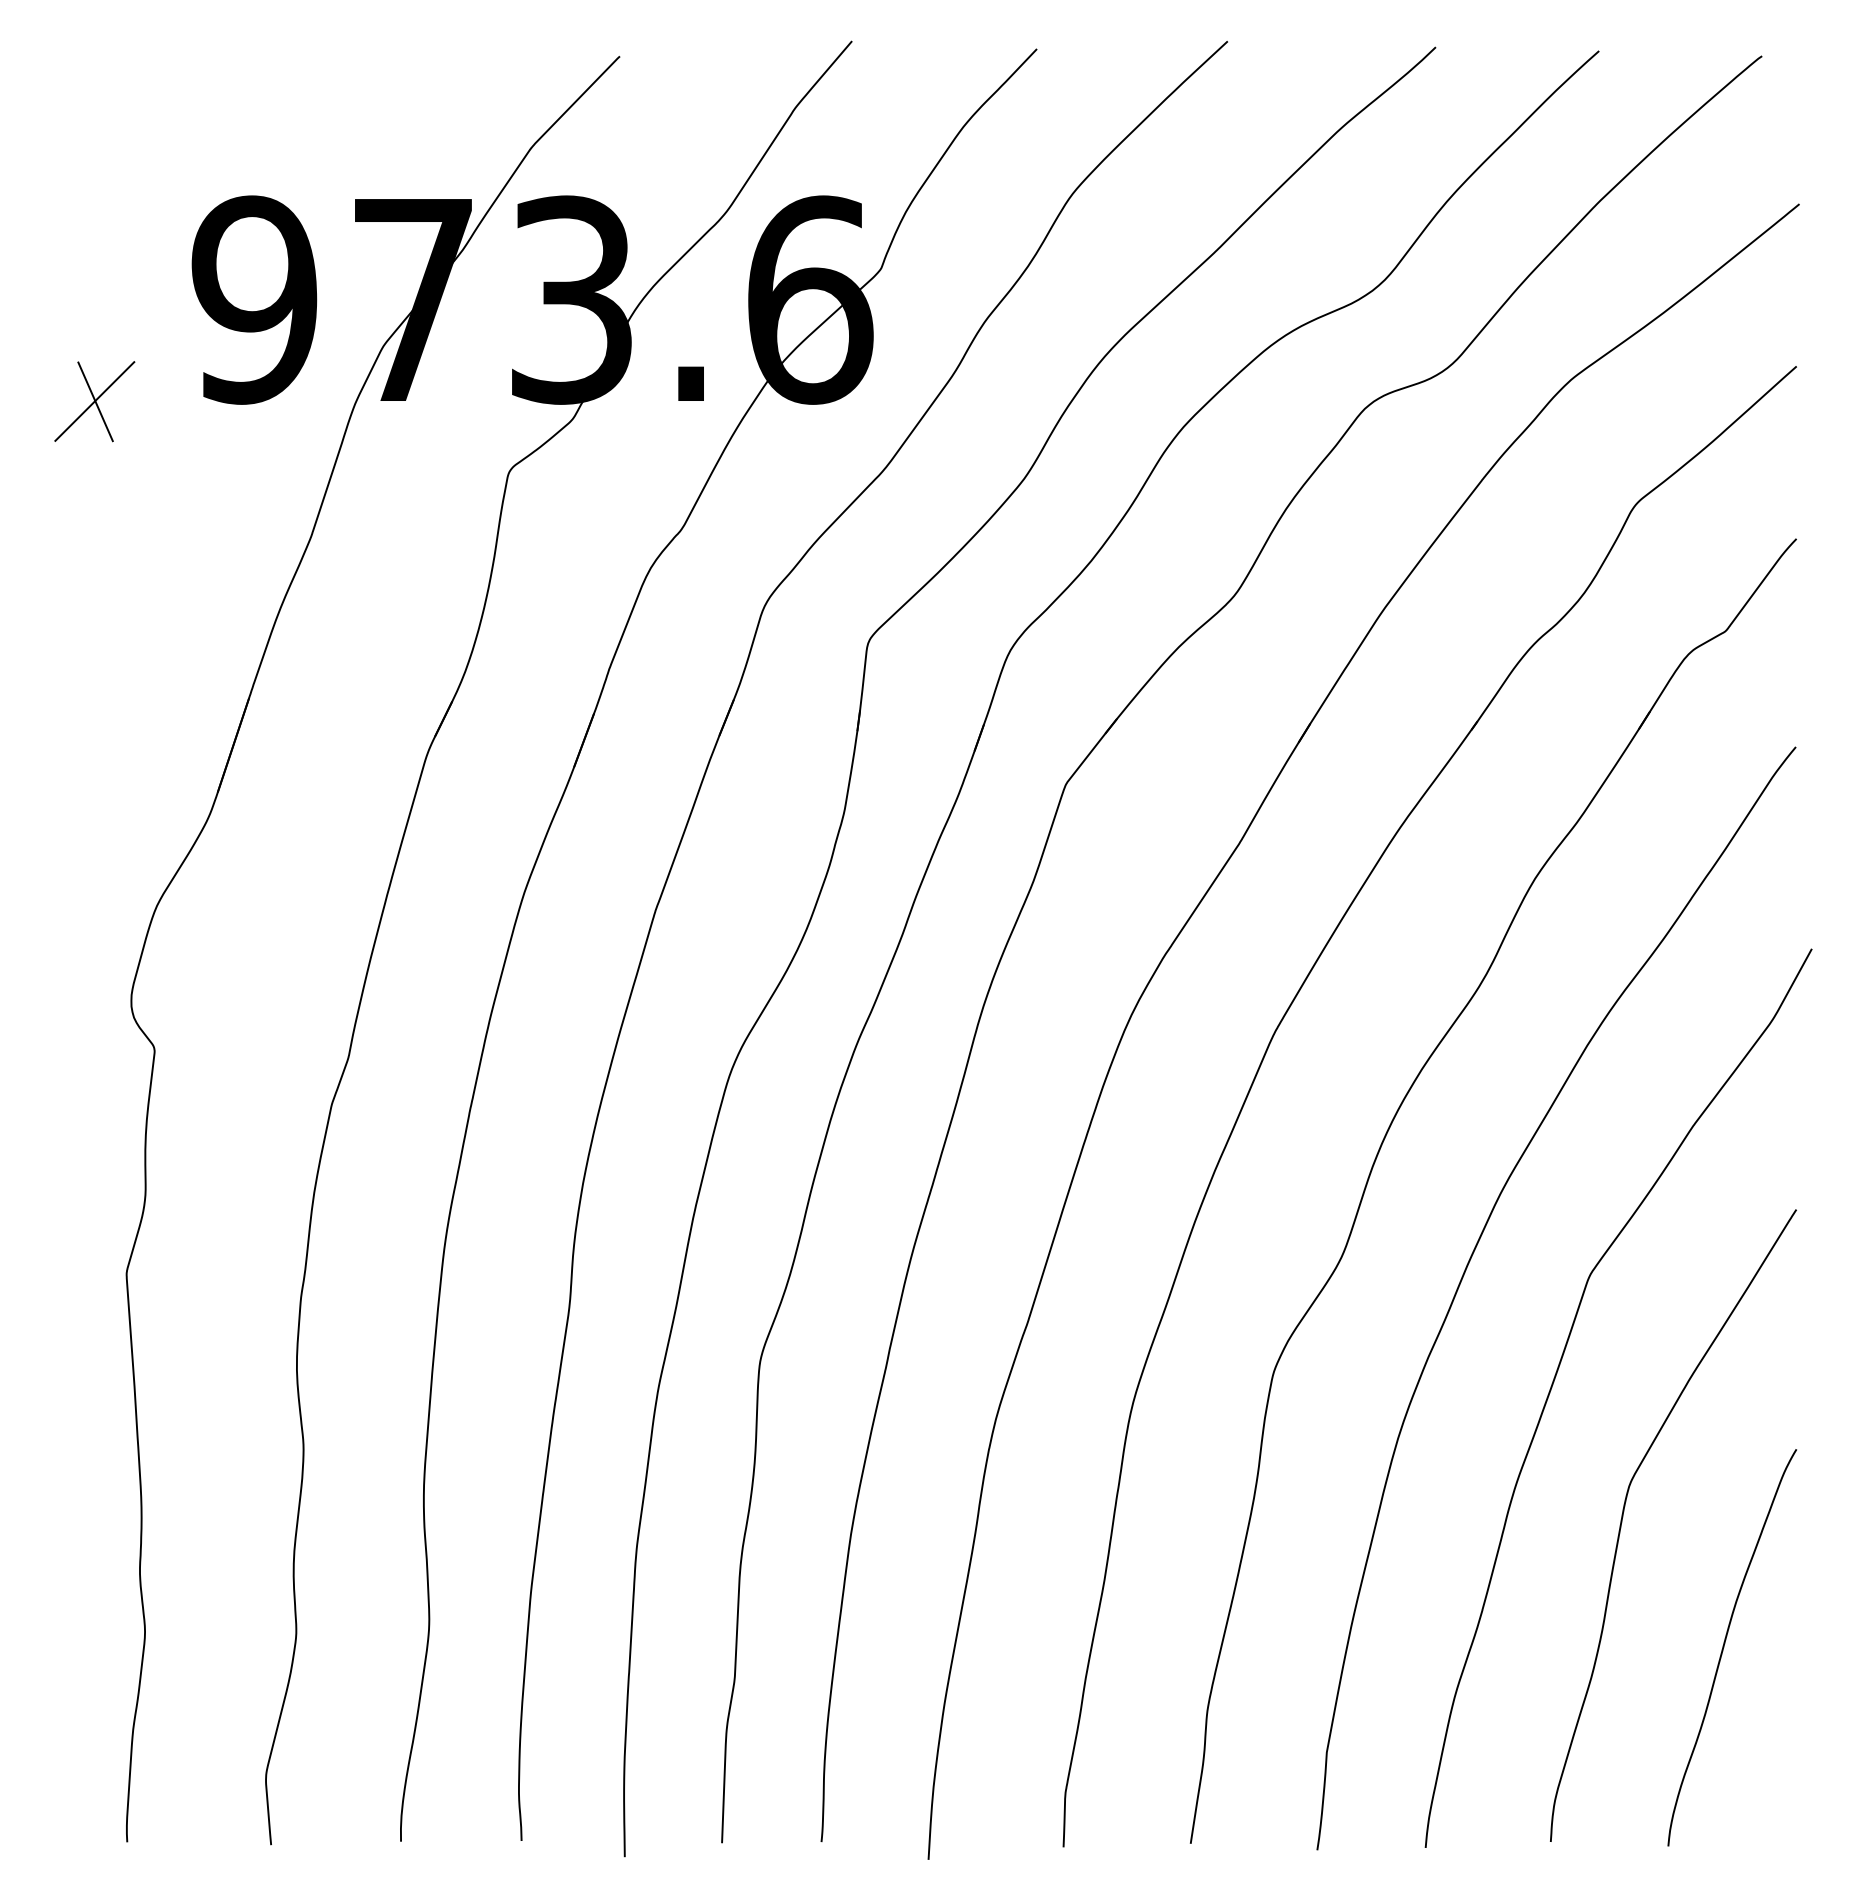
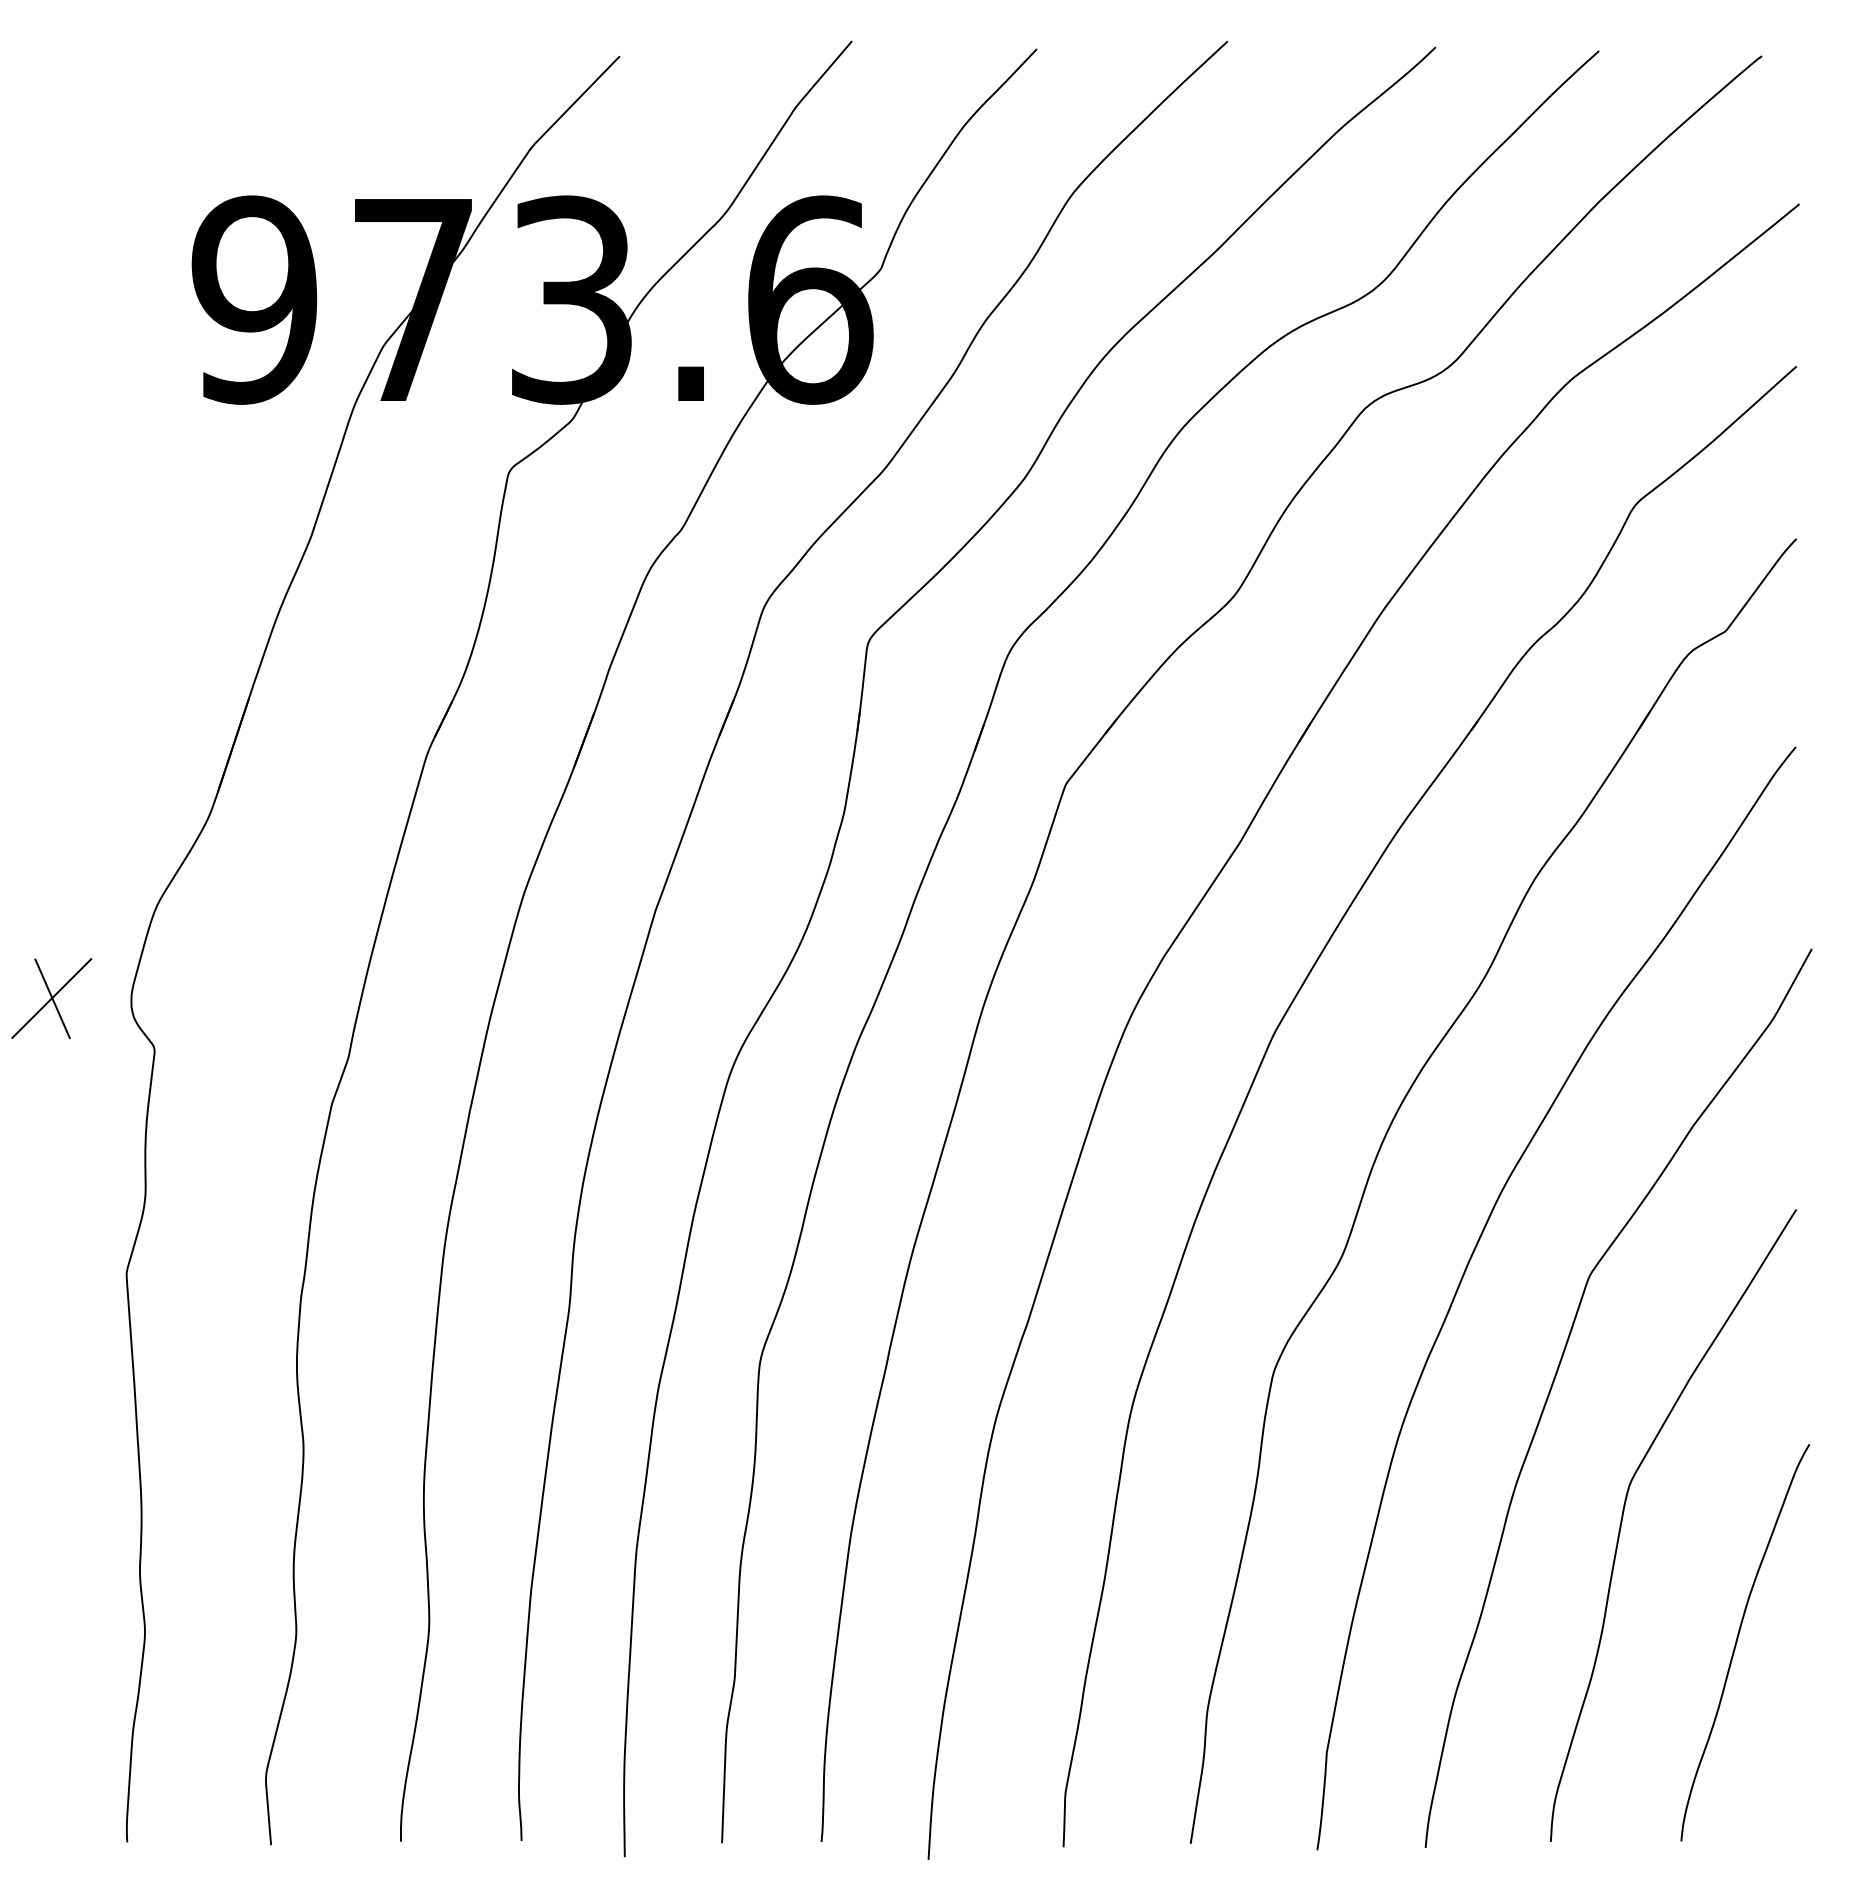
part at (94, 401) position: (94, 401) -> (51, 998)
curve at (1724, 1647) position: (1724, 1647) -> (1737, 1642)
